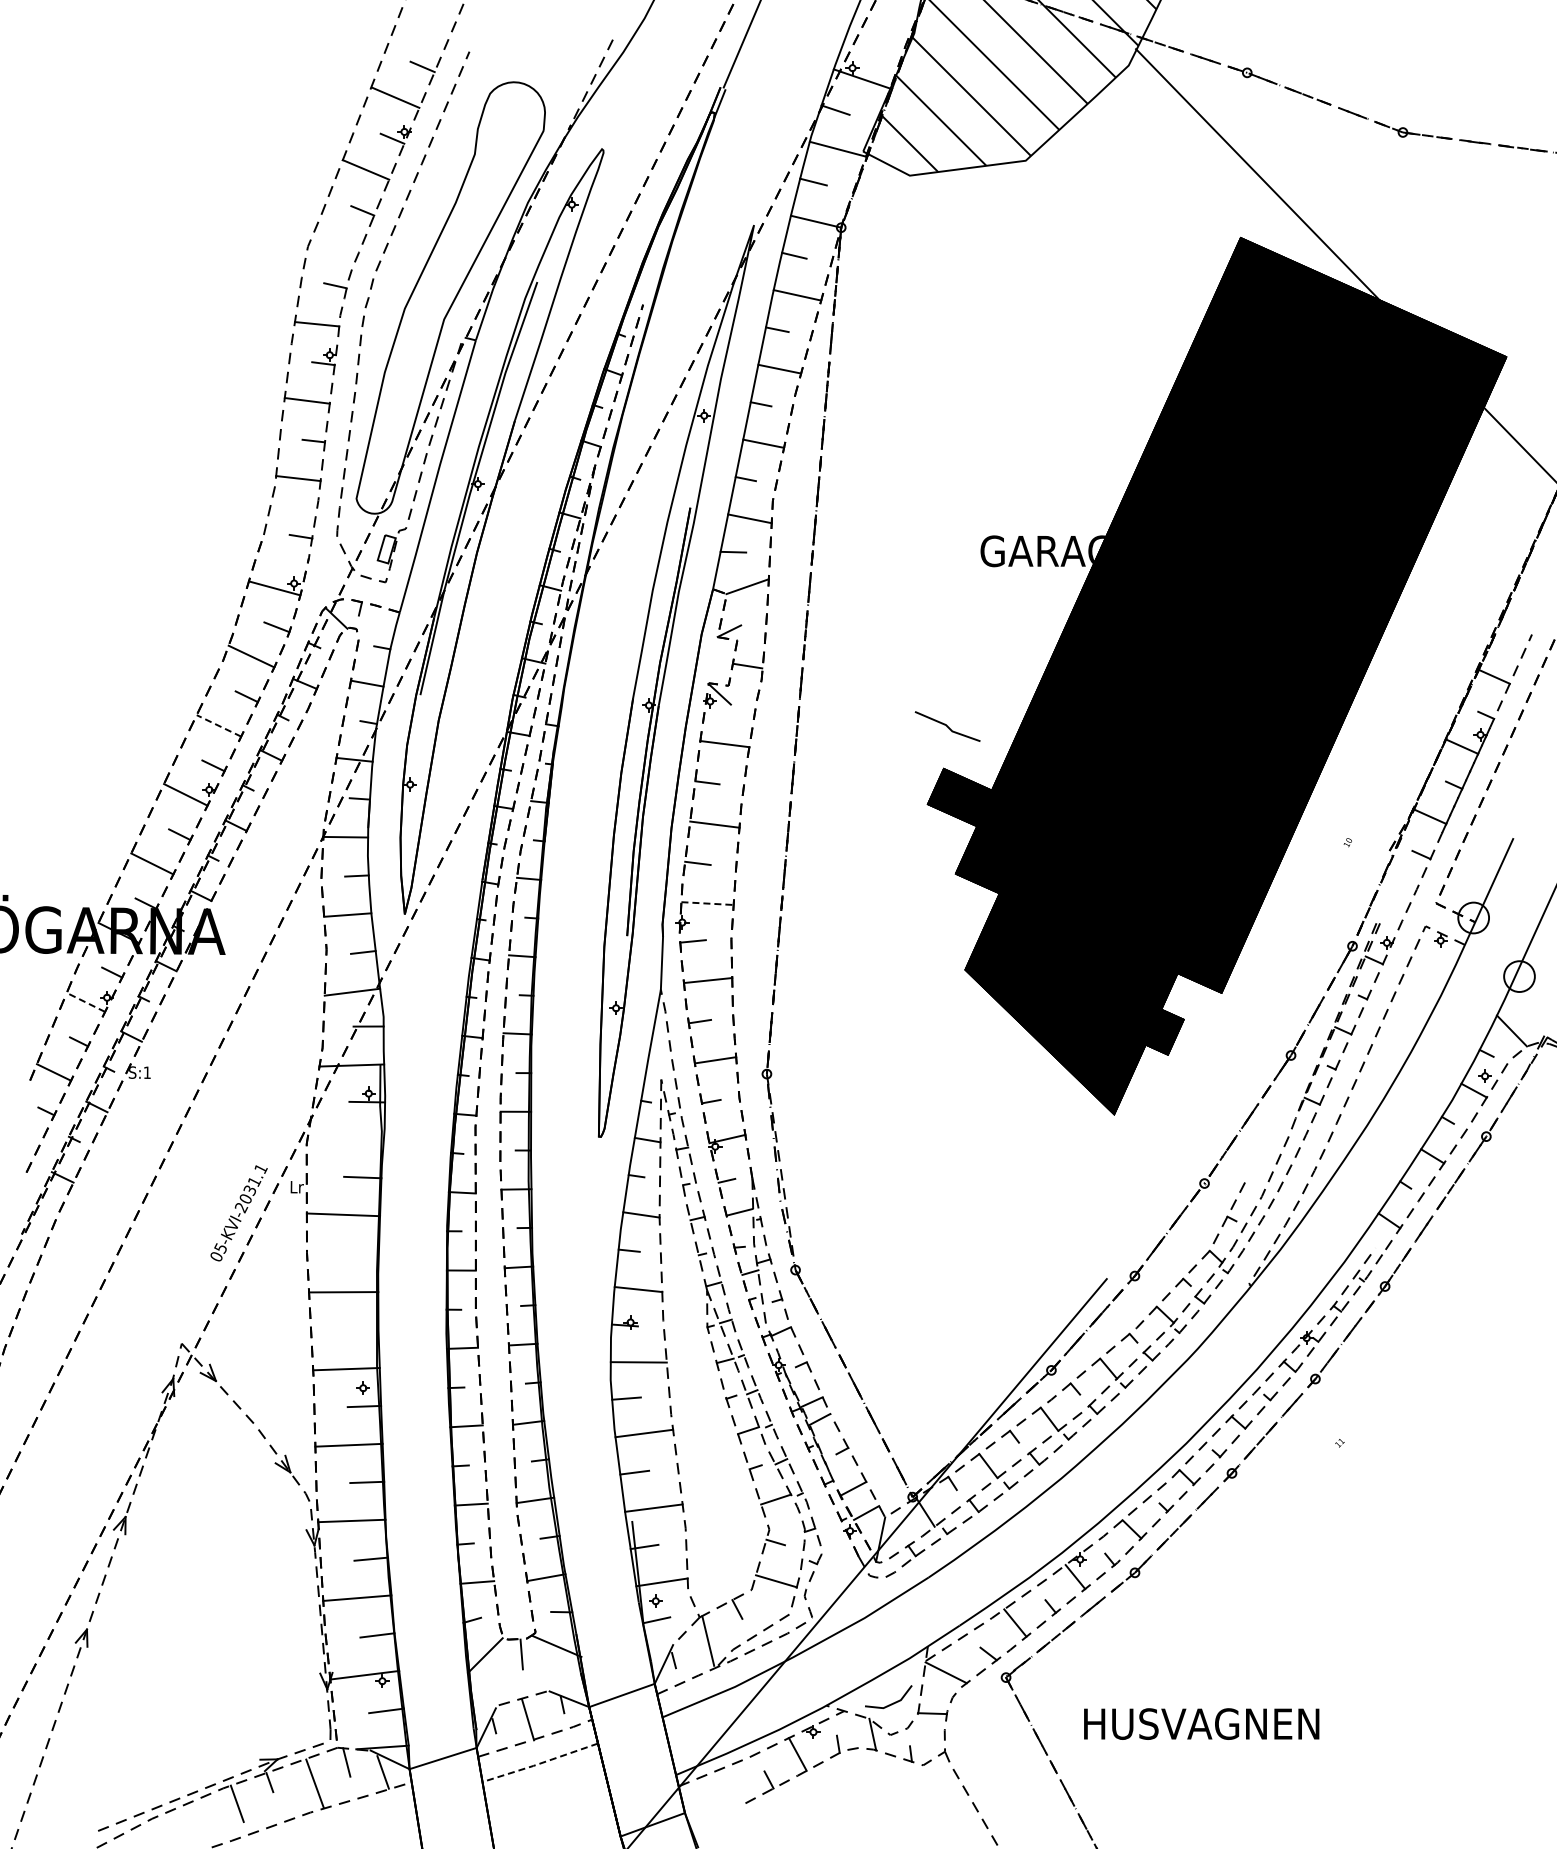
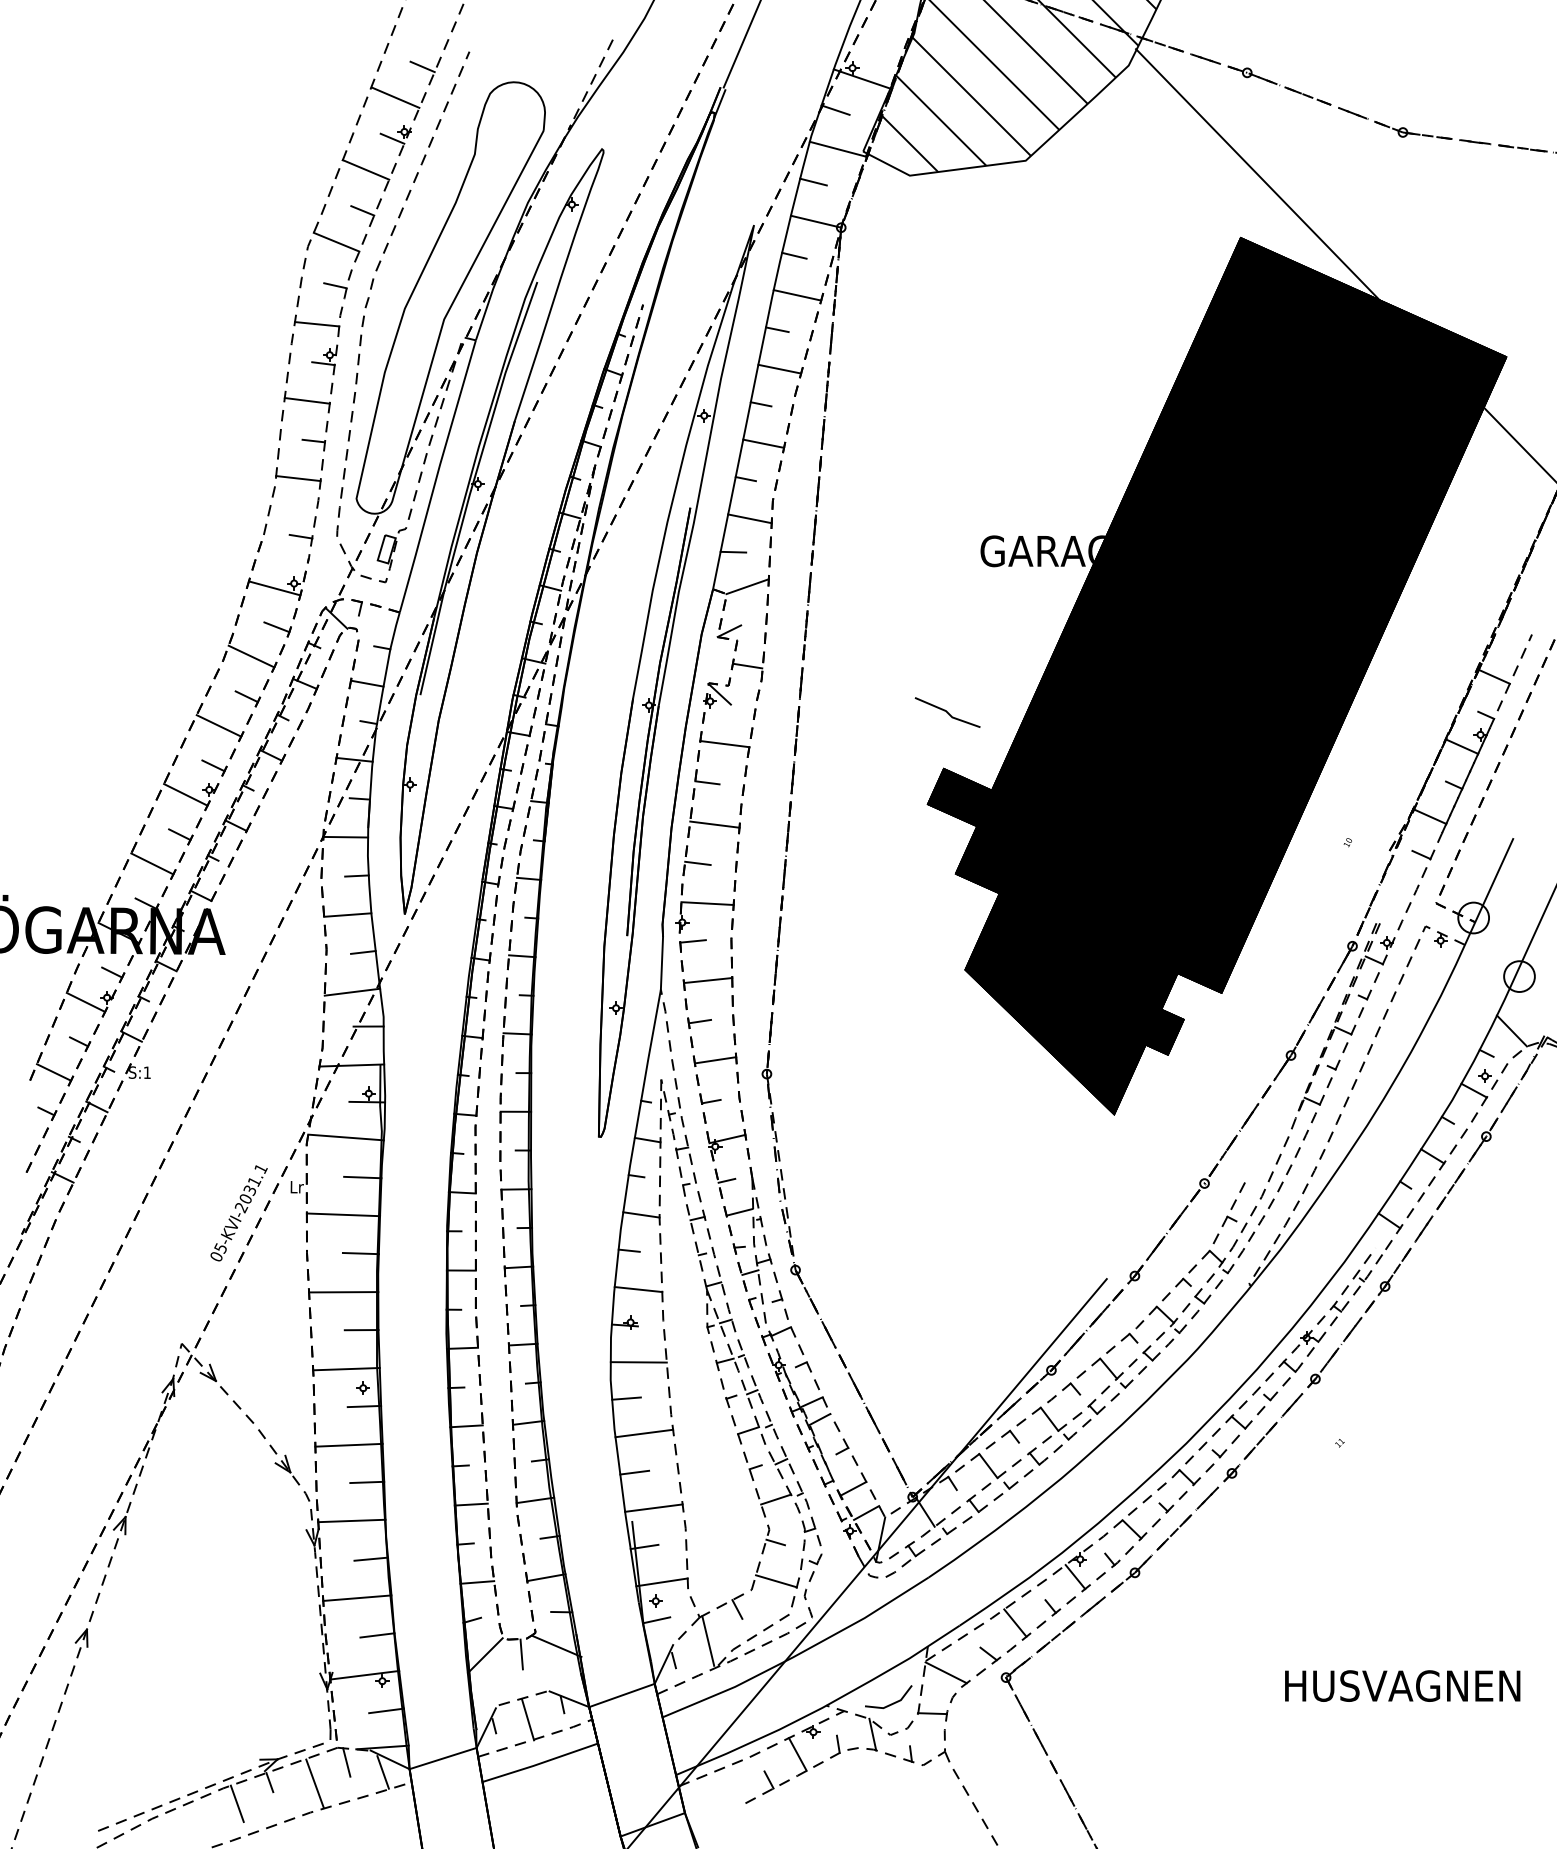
line at (336, 241): none -> present
line at (219, 725): dashed -> solid
line at (947, 726) position: (947, 726) -> (947, 712)
line at (708, 903): dashed -> solid
line at (85, 1002): dashed -> solid
line at (345, 1137): none -> present
line at (360, 1253): none -> present
line at (361, 1330): none -> present
text at (1201, 1723) position: (1201, 1723) -> (1402, 1685)
line at (539, 1763): dashed -> solid
